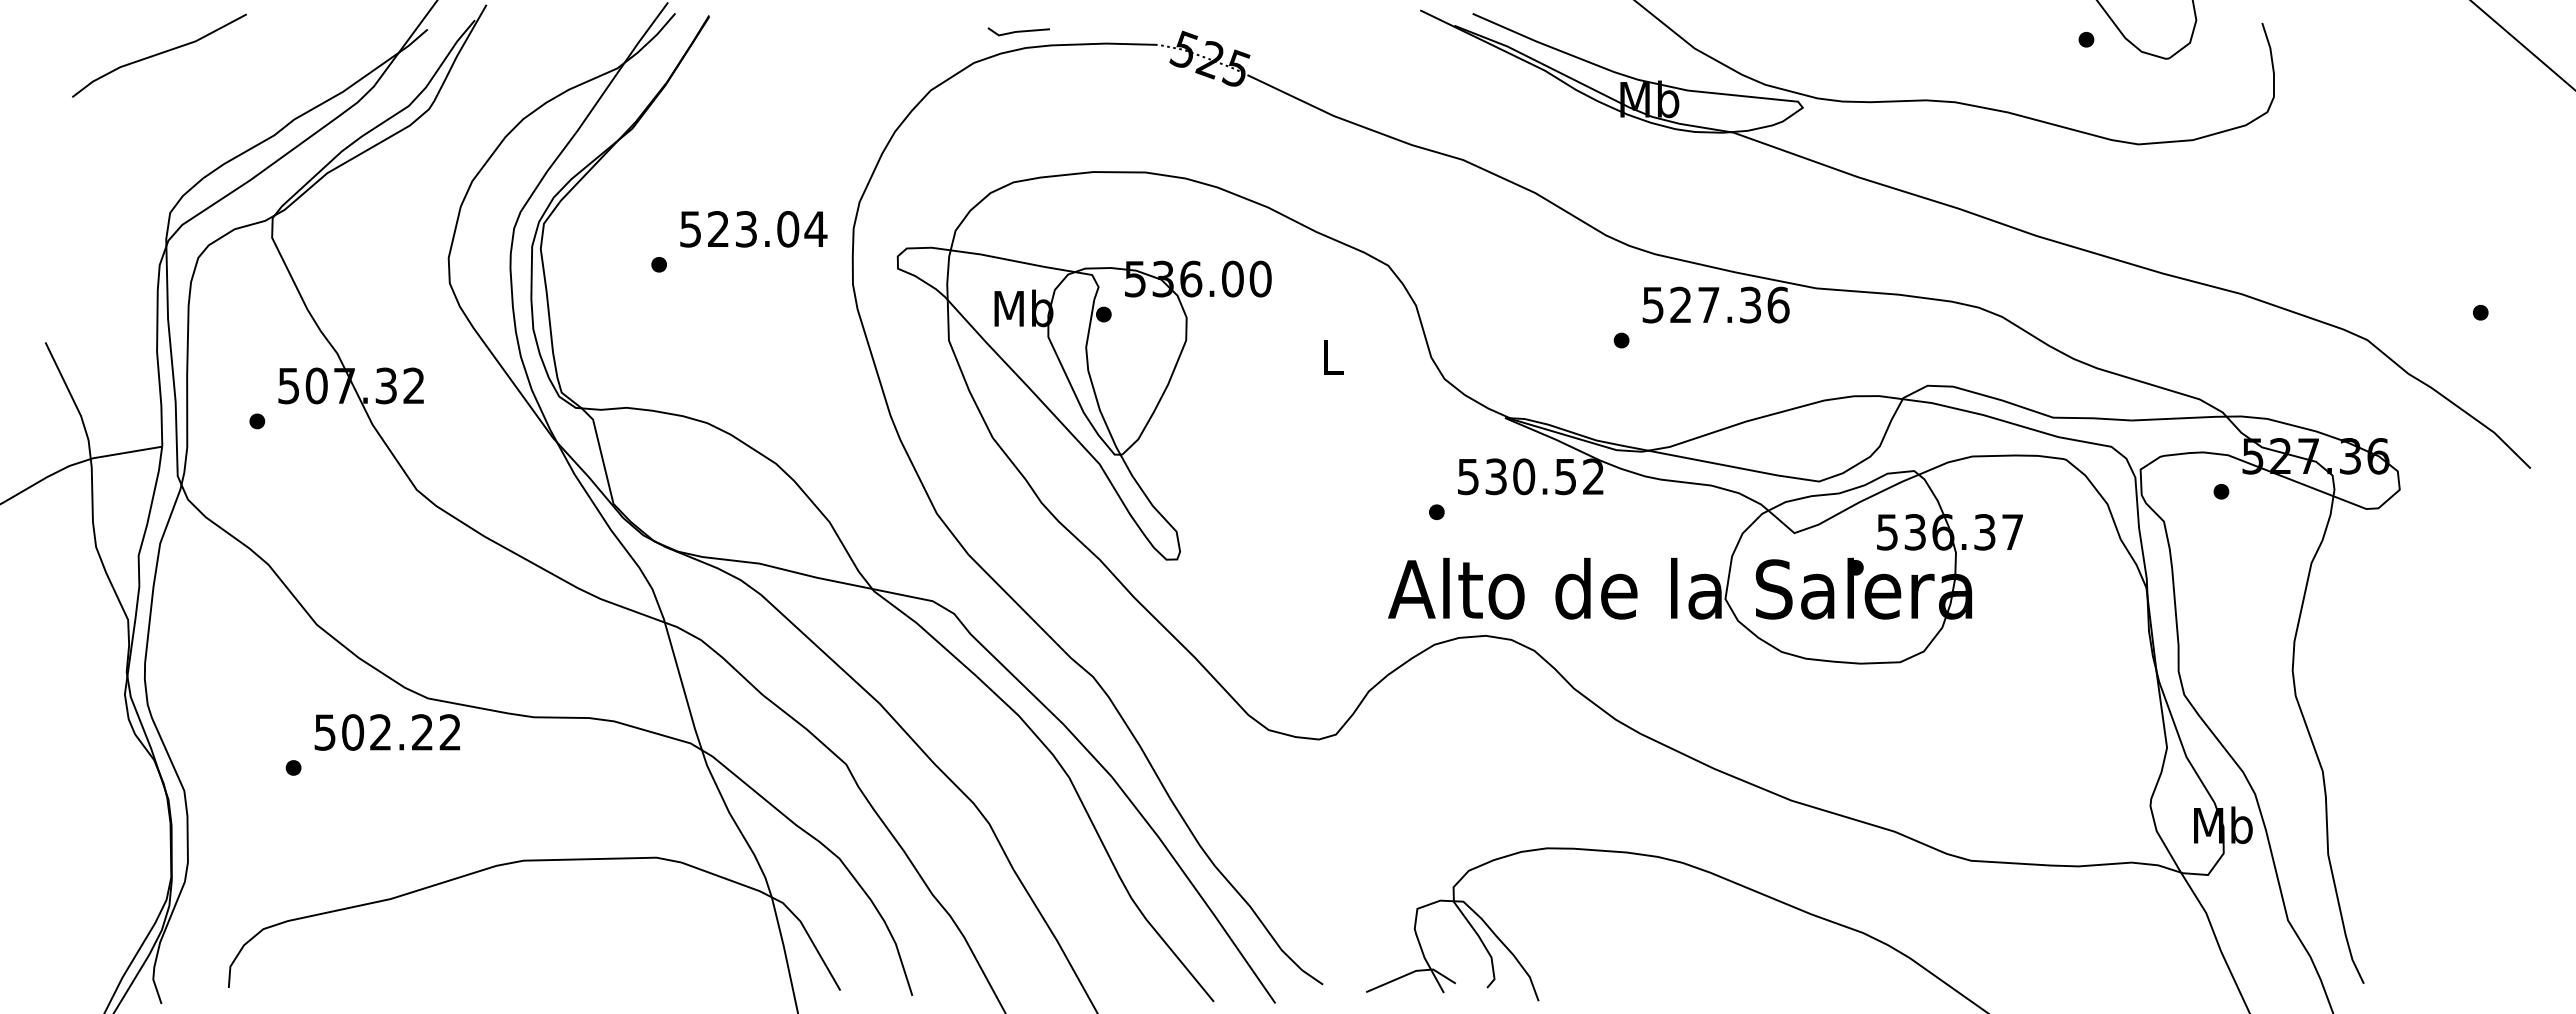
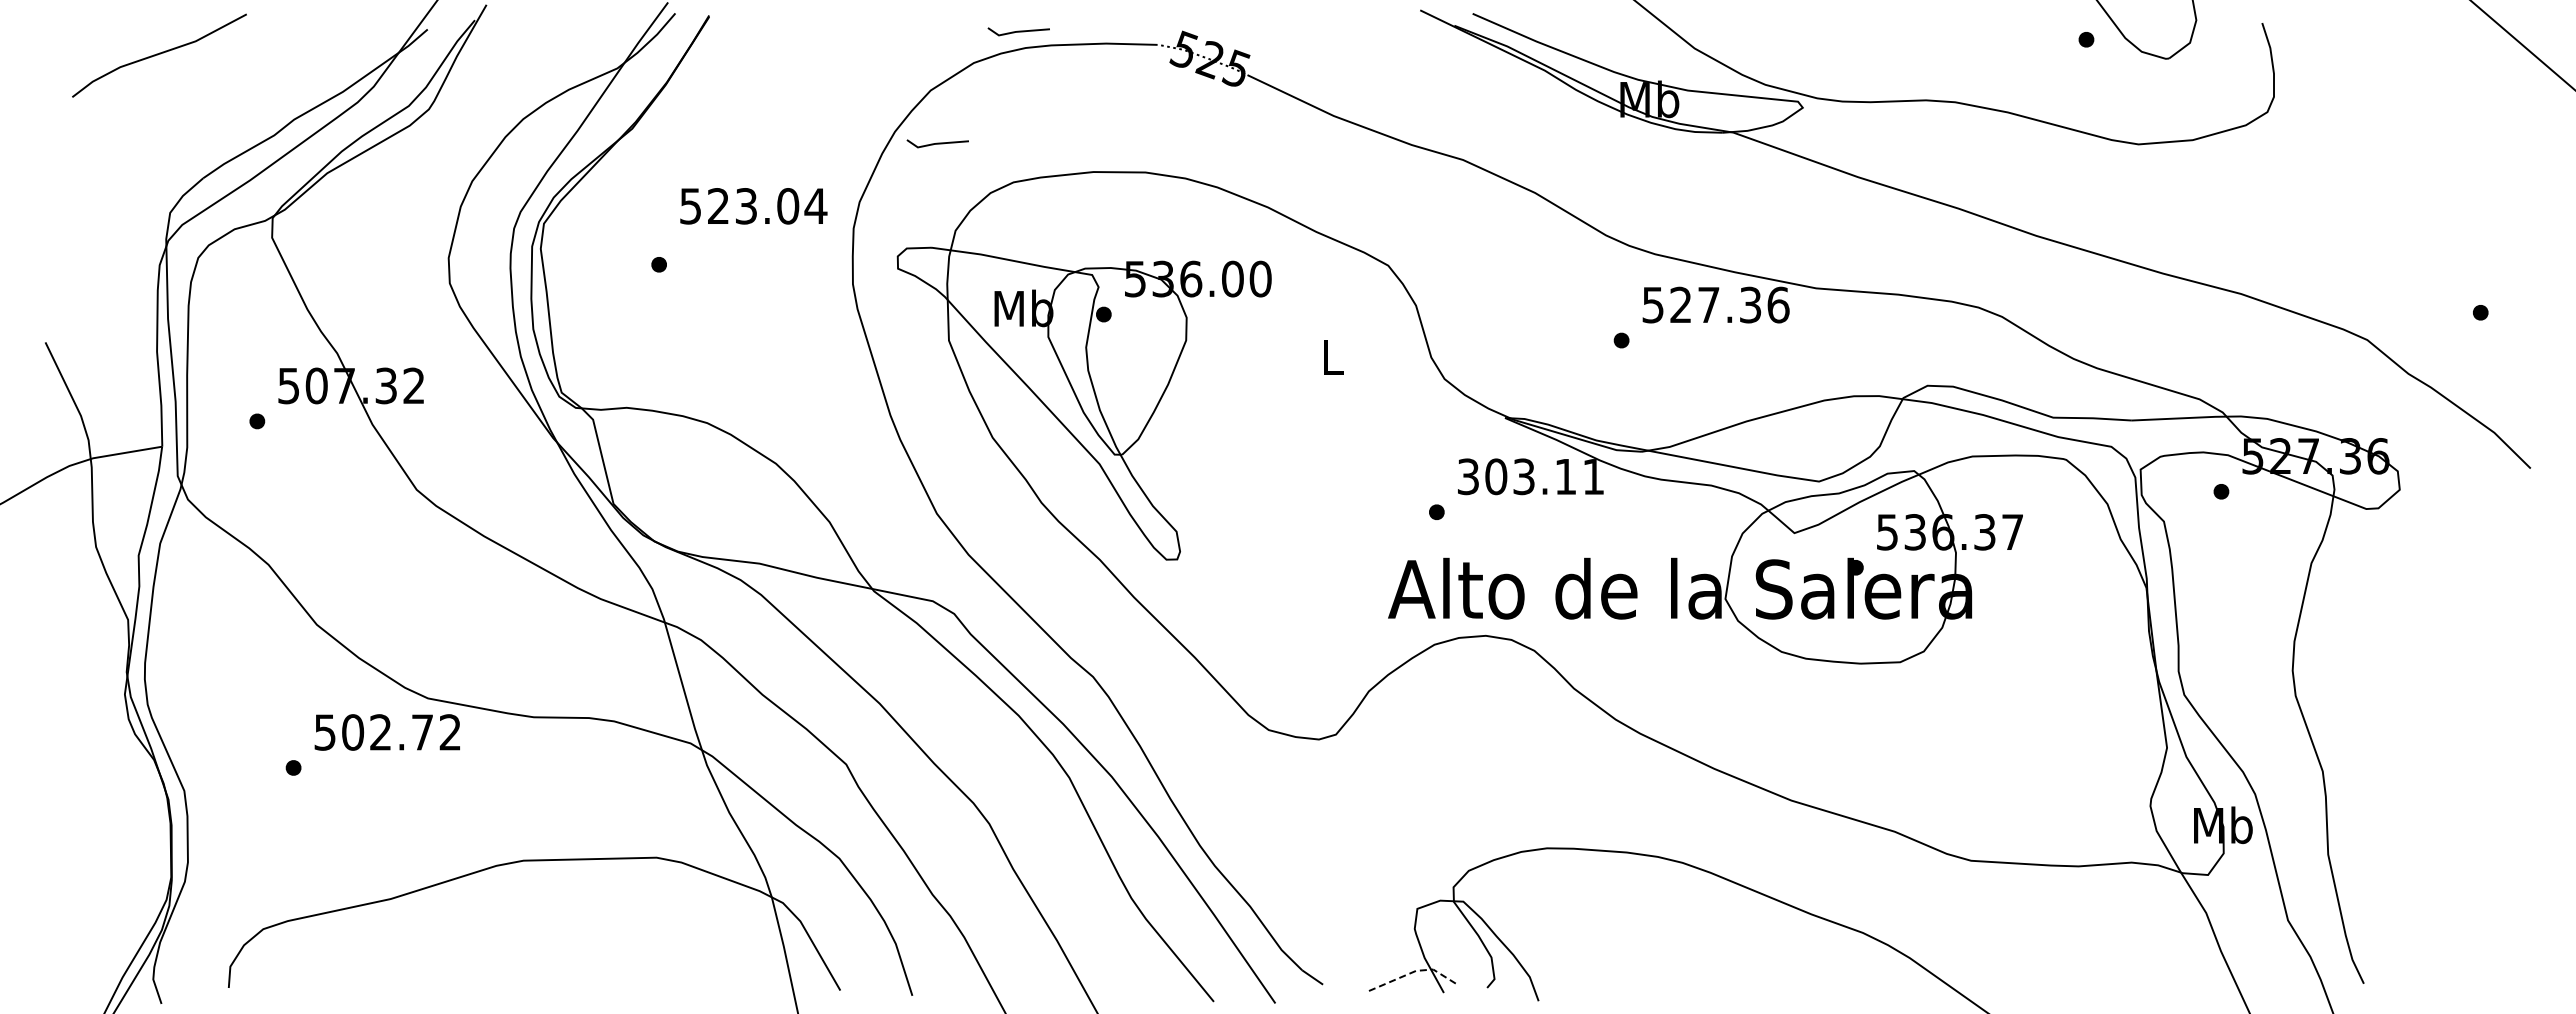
line at (937, 143): none -> present
text at (753, 229) position: (753, 229) -> (753, 206)
text at (1530, 476): 530.52 -> 303.11
text at (422, 732): 502.22 -> 502.72
line at (1412, 972): solid -> dashed
